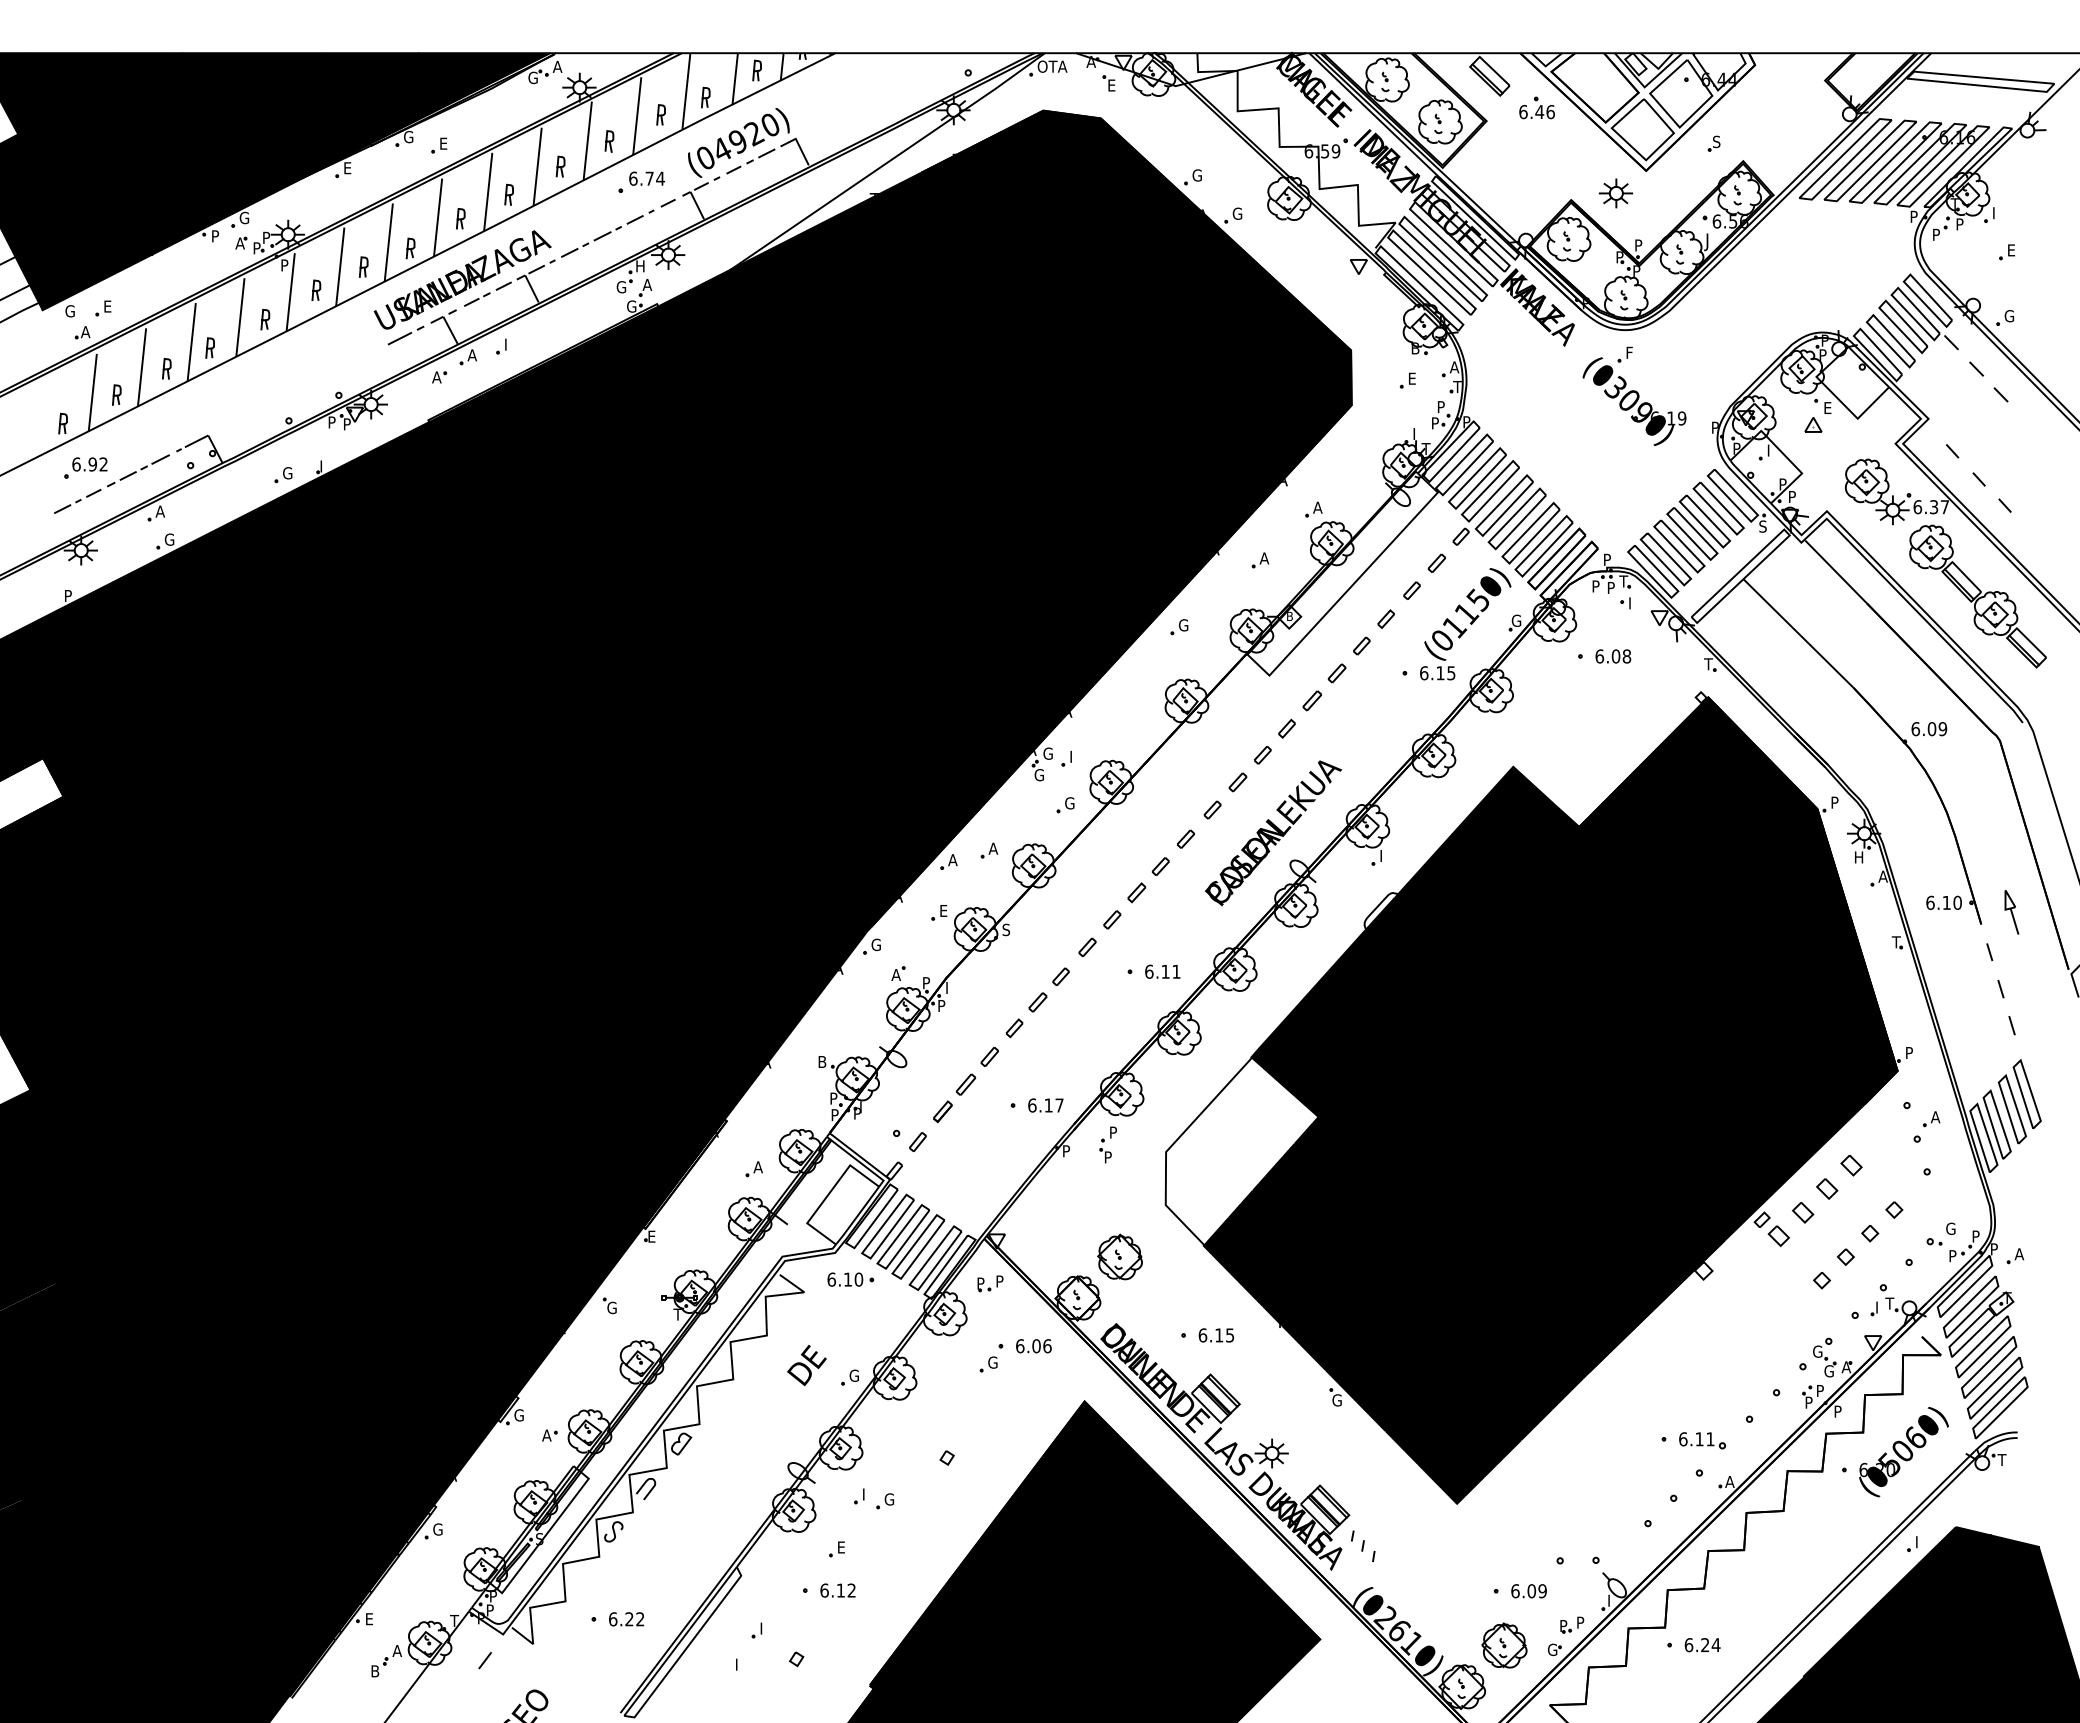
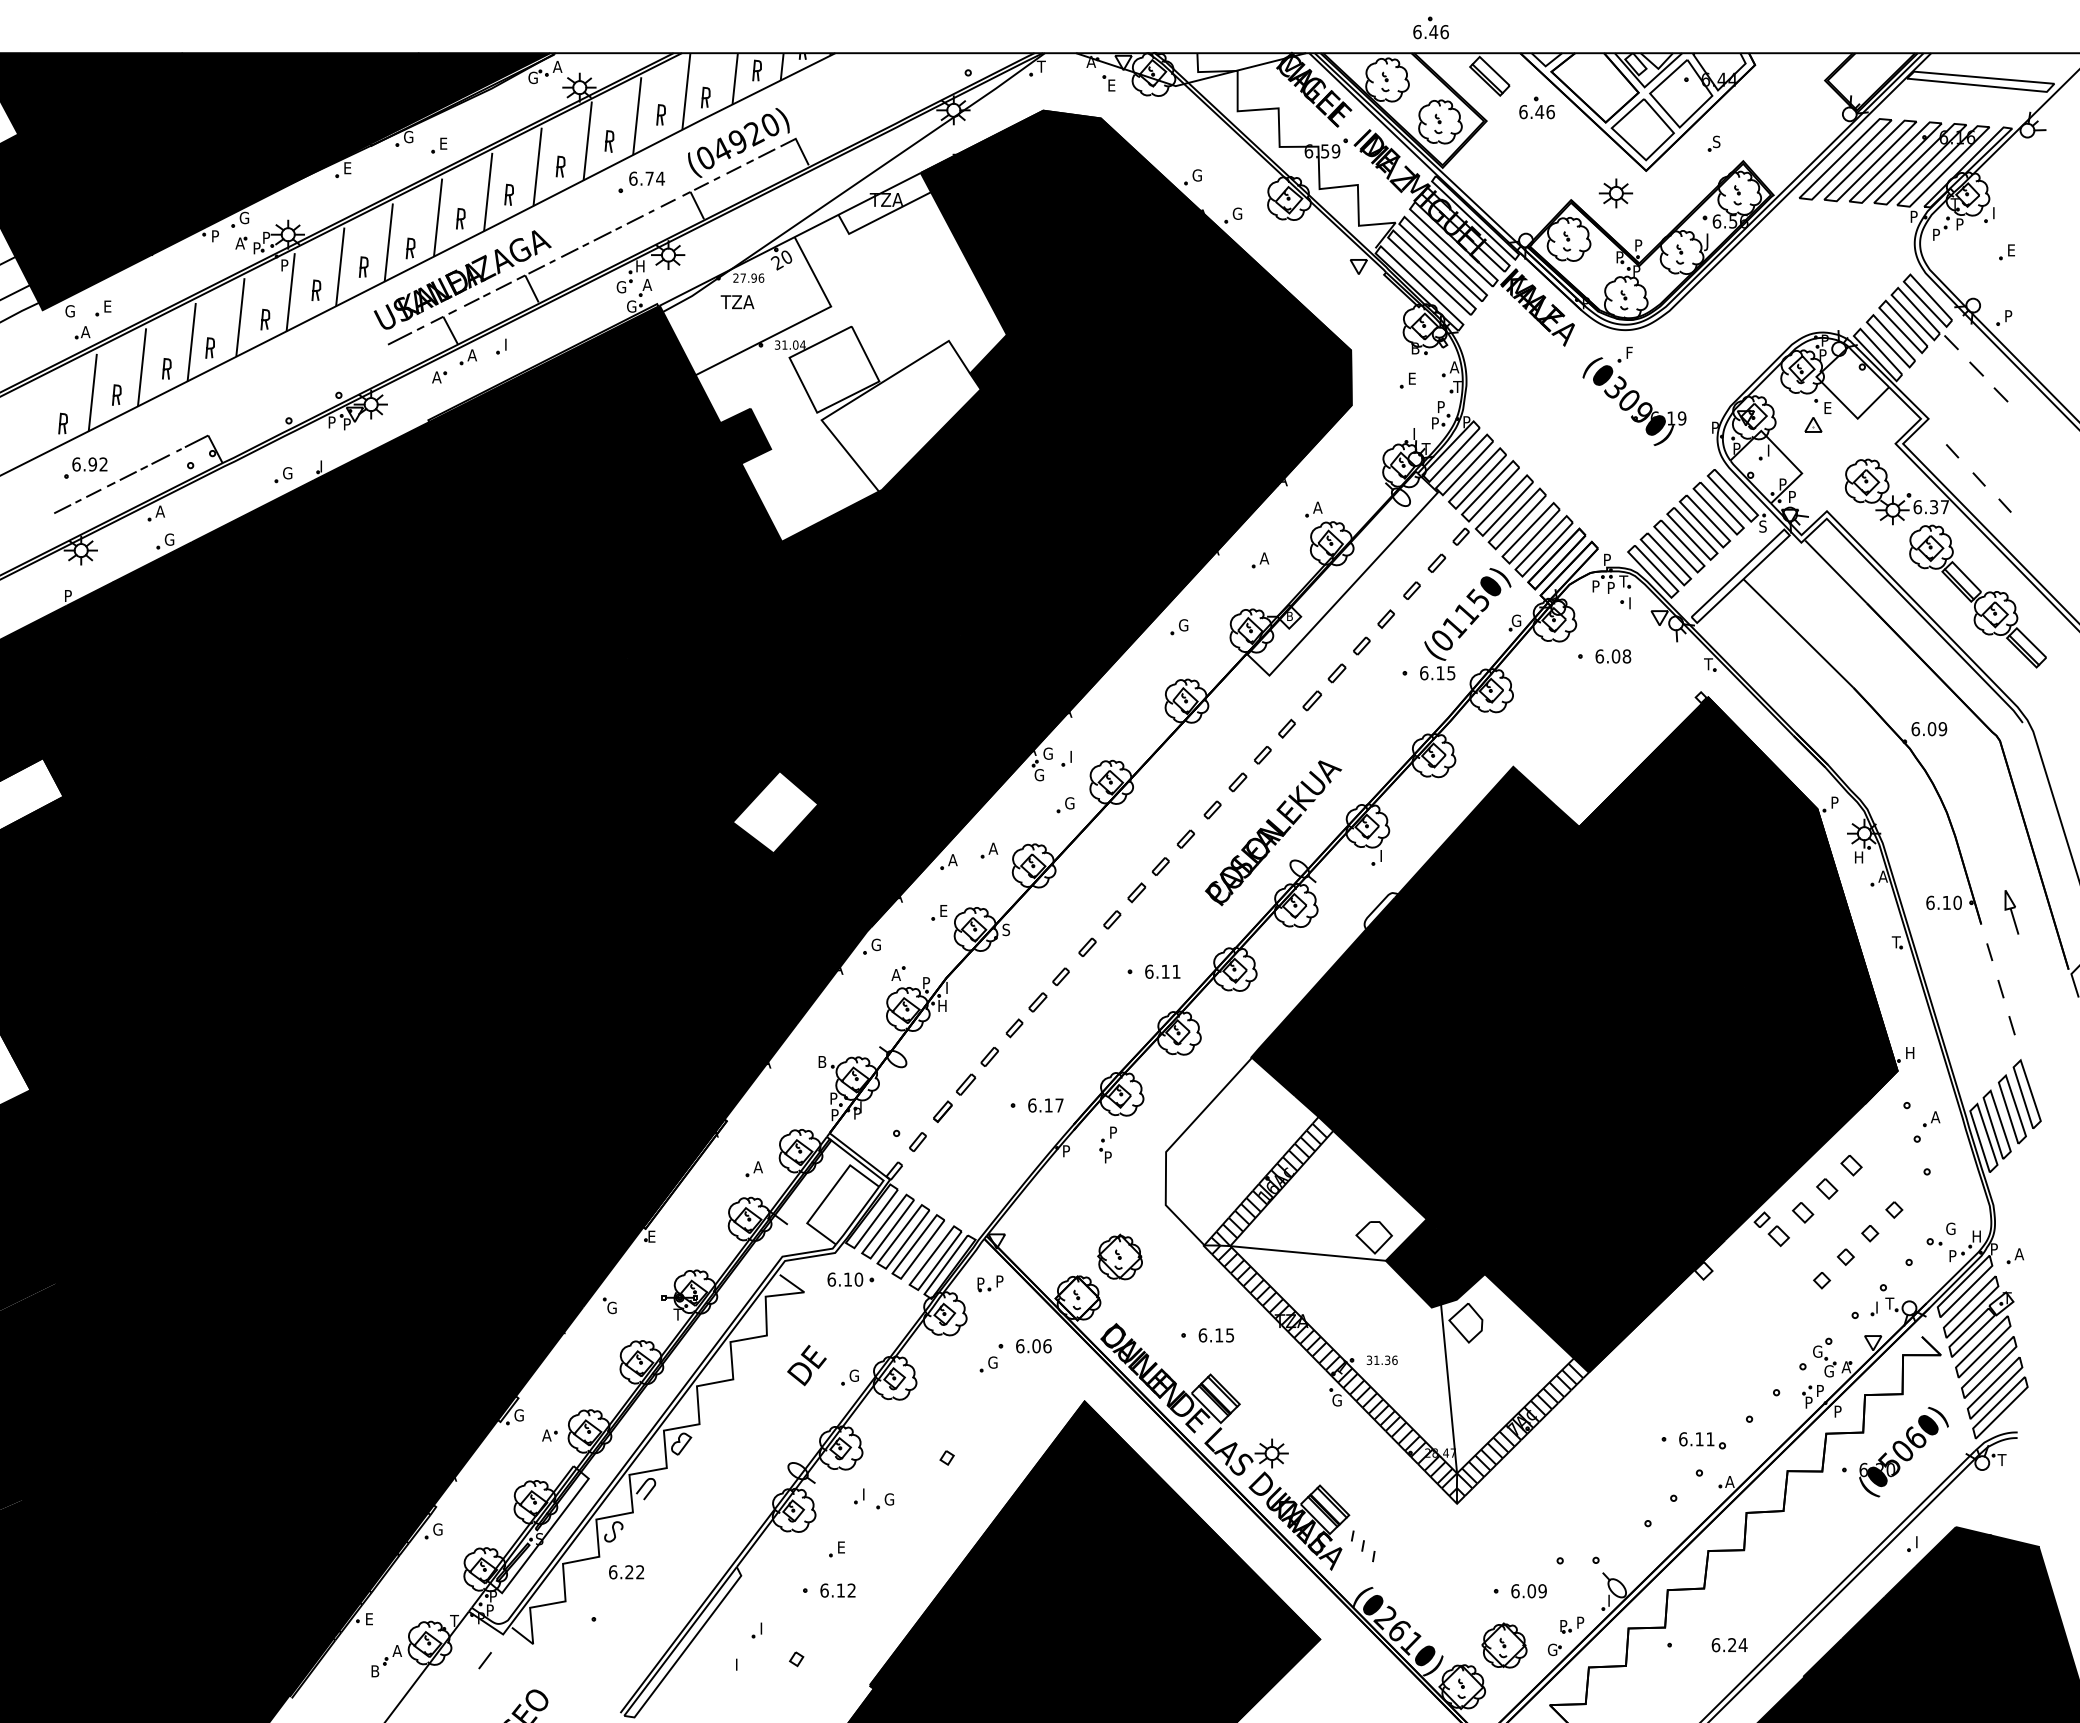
part at (1430, 27): none -> present
text at (1051, 66): OTA -> T
text at (2009, 316): G -> P
fill at (832, 357): present -> none
fill at (775, 812): present -> none
text at (942, 1005): P -> H
text at (1910, 1052): P -> H
text at (1977, 1236): P -> H
fill at (1395, 1310): present -> none
text at (626, 1619) position: (626, 1619) -> (626, 1572)
text at (1702, 1645) position: (1702, 1645) -> (1729, 1645)
